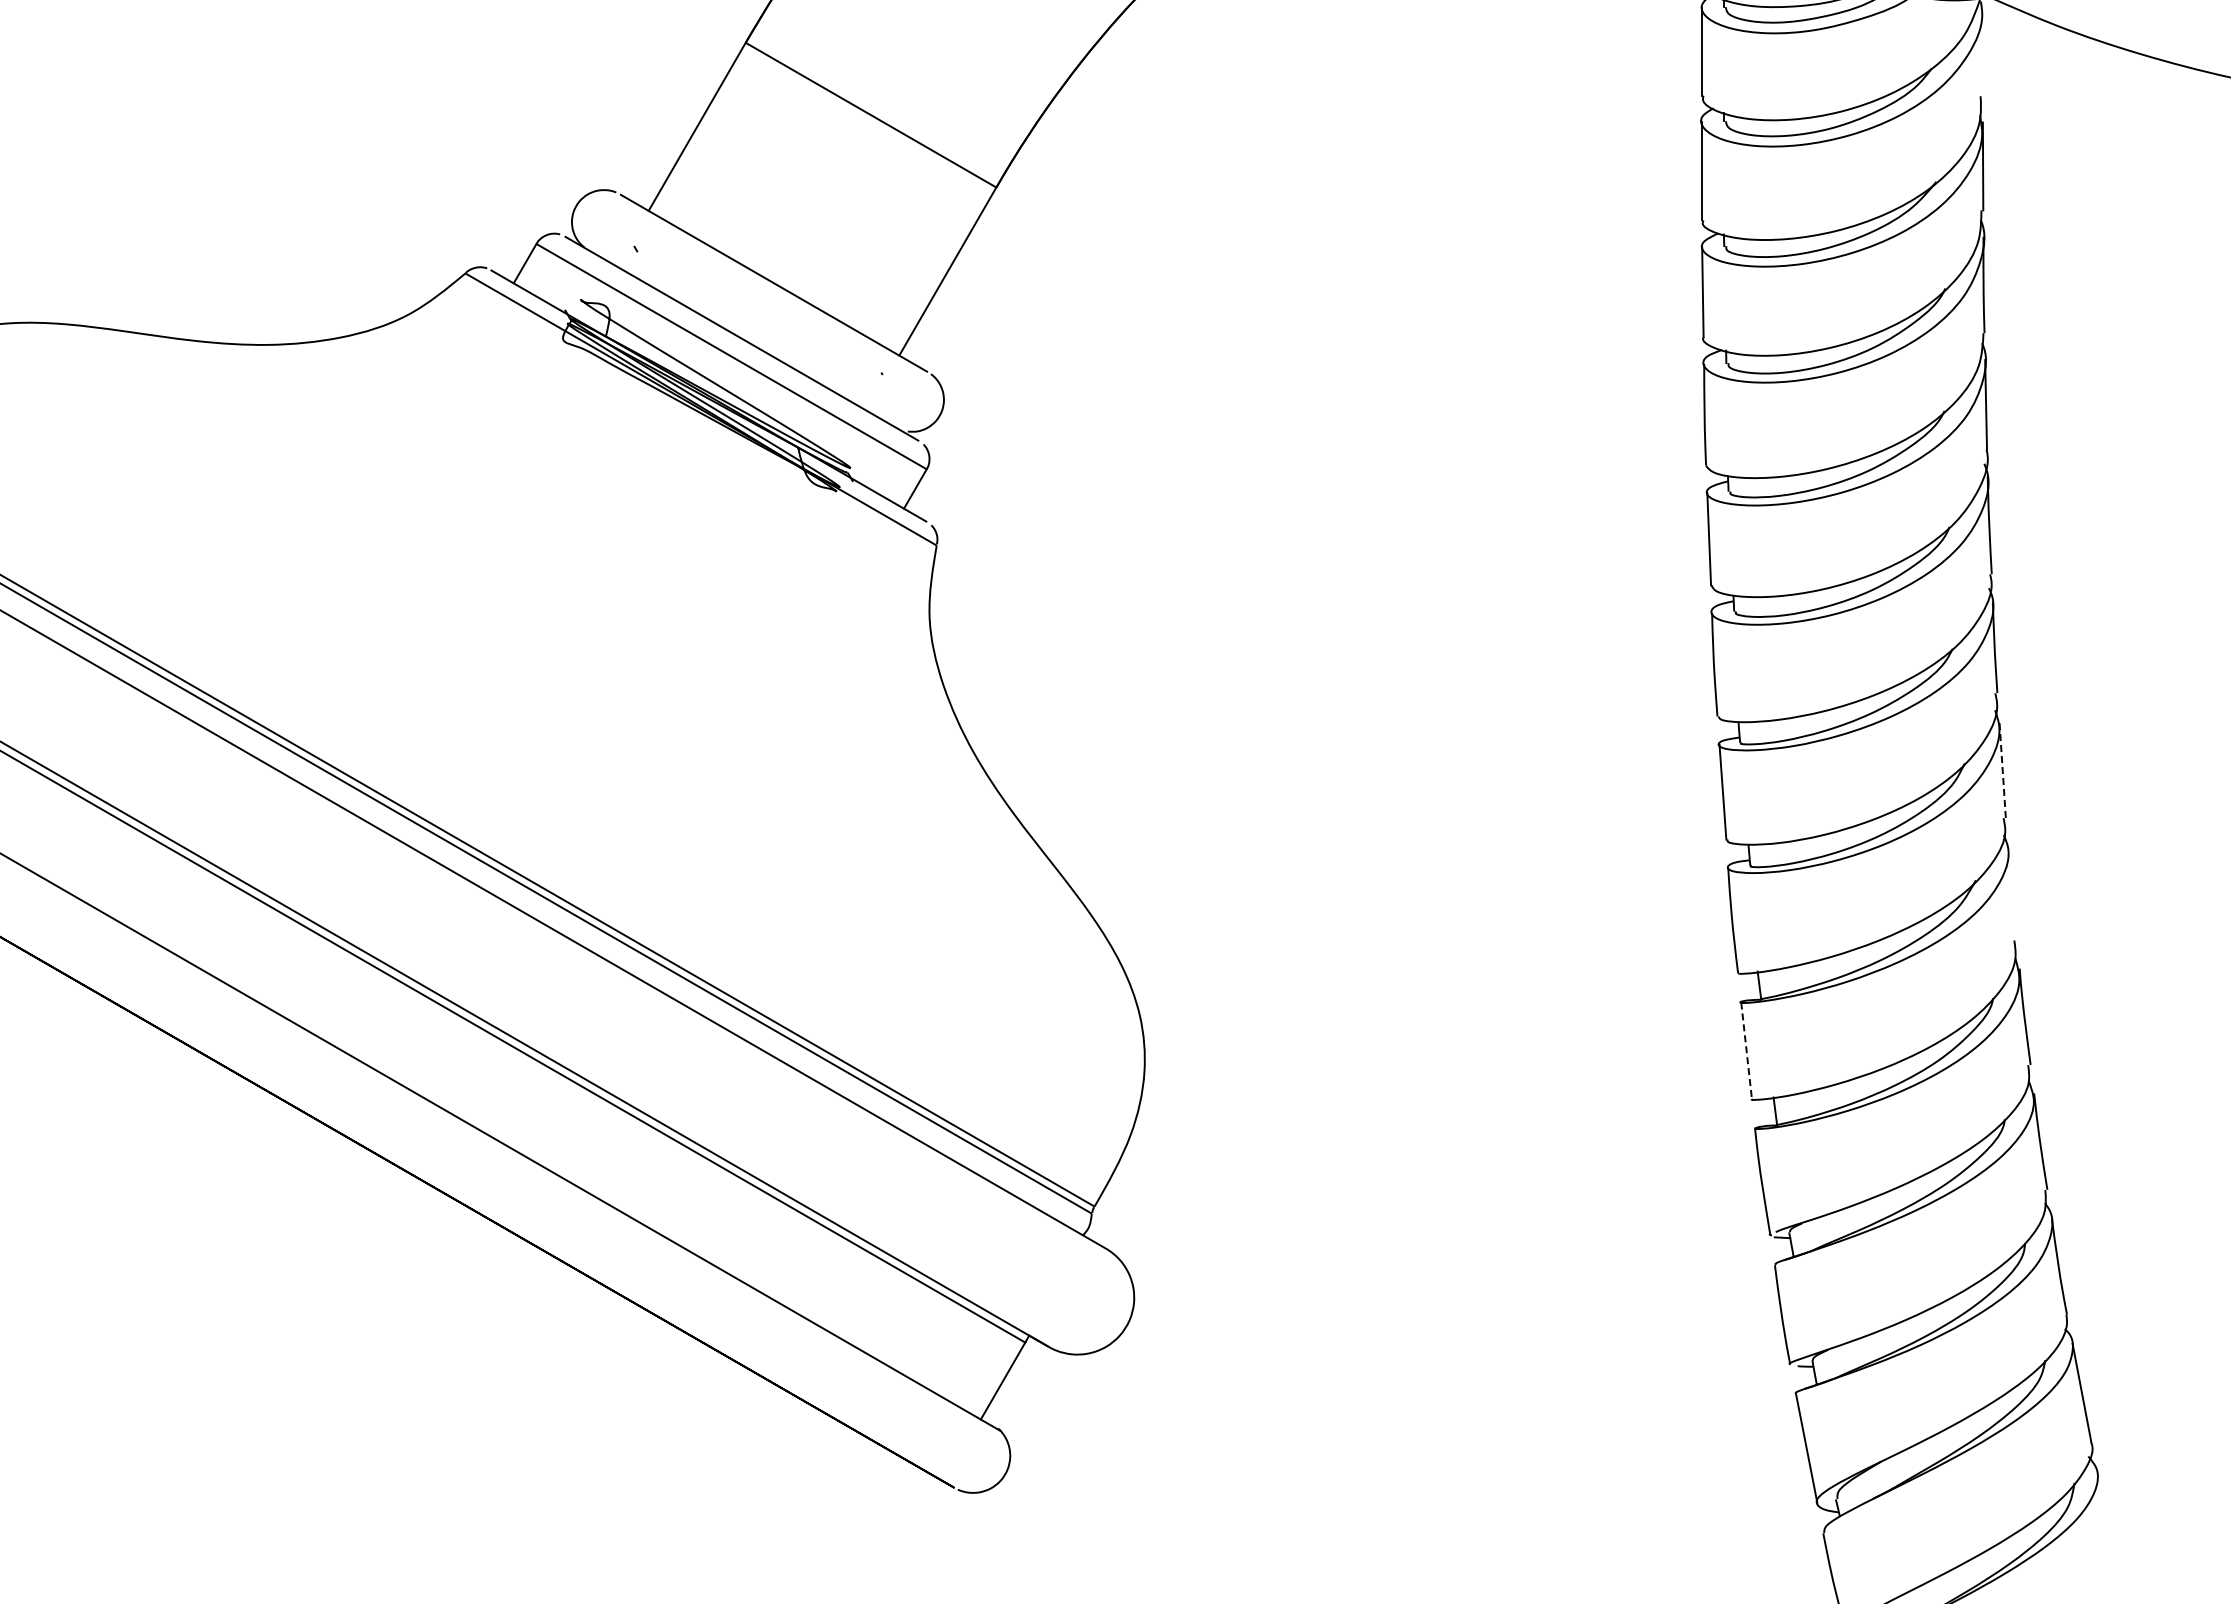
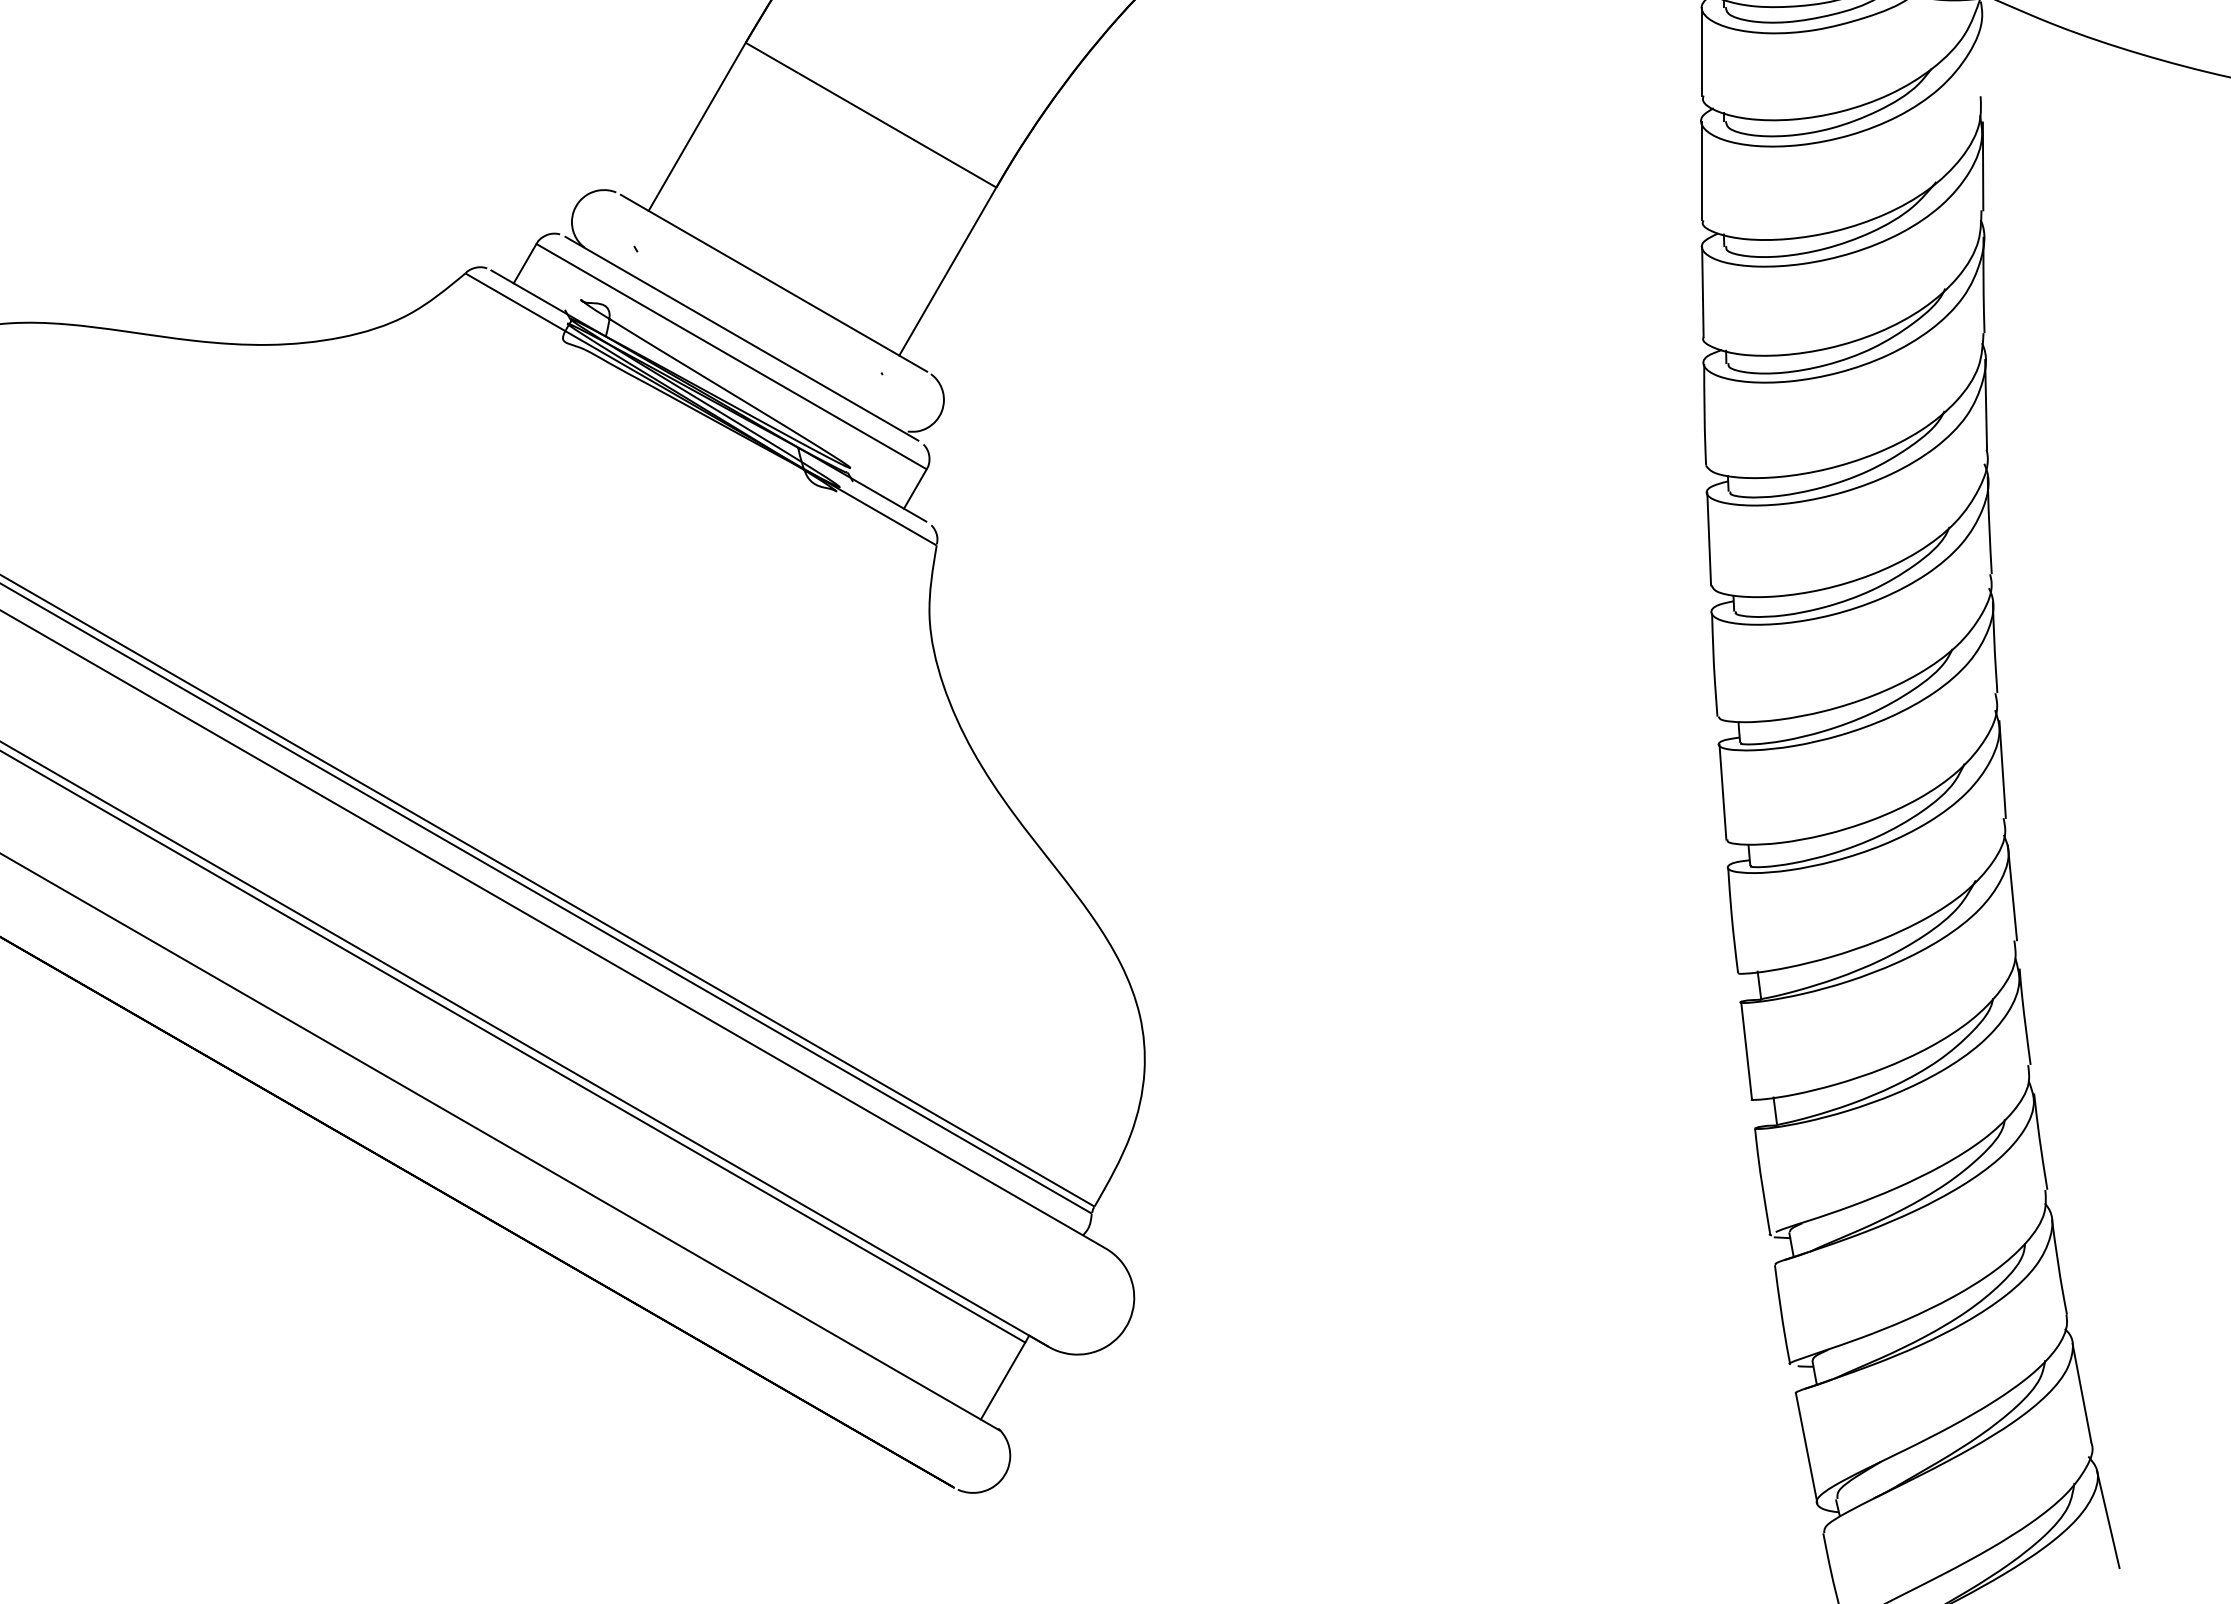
line at (2002, 769): dashed -> solid
line at (2012, 892): none -> present
line at (1746, 1050): dashed -> solid
line at (2108, 1519): none -> present
